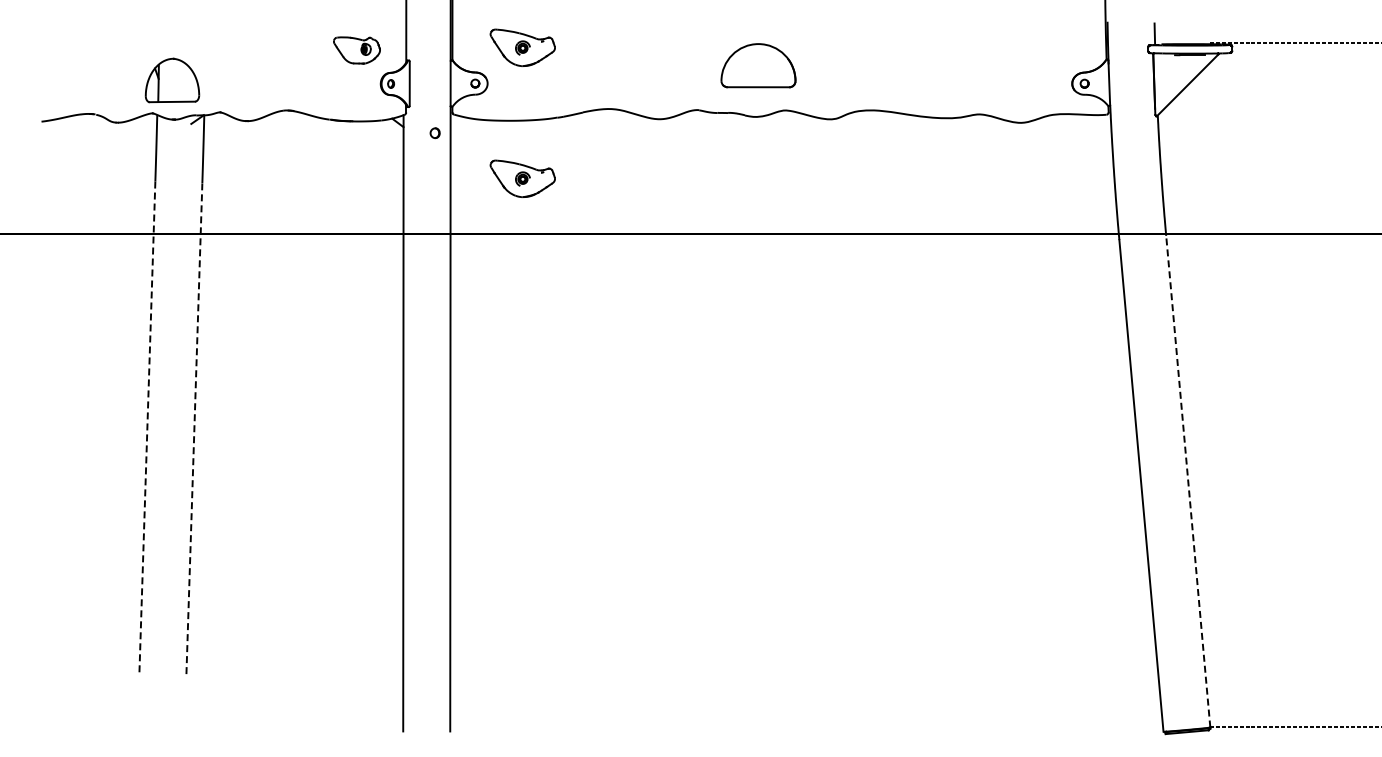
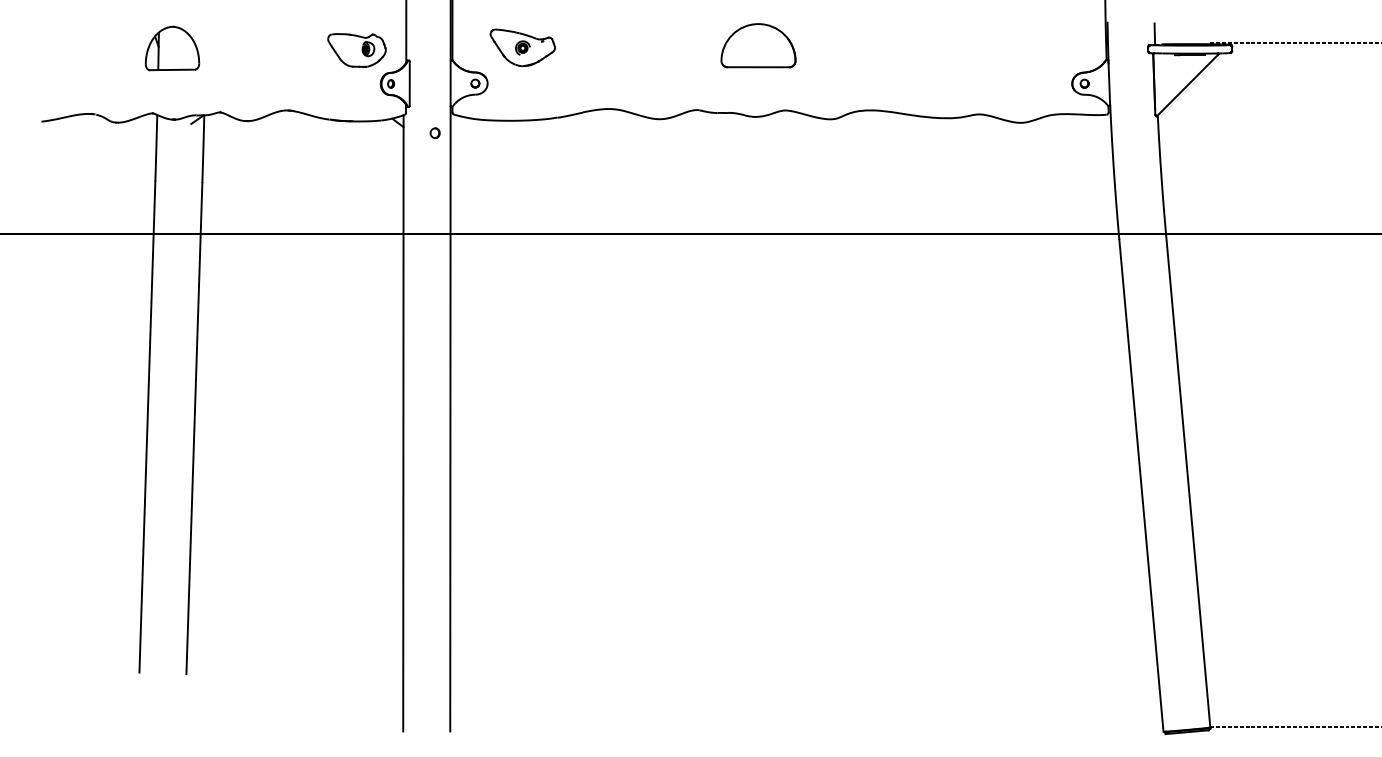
part at (356, 50) size: 48x29 px -> 60x35 px
part at (758, 65) position: (758, 65) -> (758, 45)
part at (172, 80) position: (172, 80) -> (172, 48)
part at (522, 178): present -> none
line at (147, 427): dashed -> solid
line at (194, 428): dashed -> solid
line at (1188, 481): dashed -> solid
